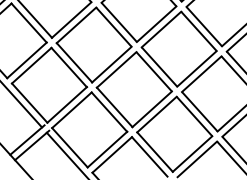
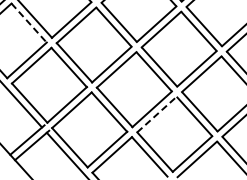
line at (29, 23): solid -> dashed
line at (156, 114): solid -> dashed
